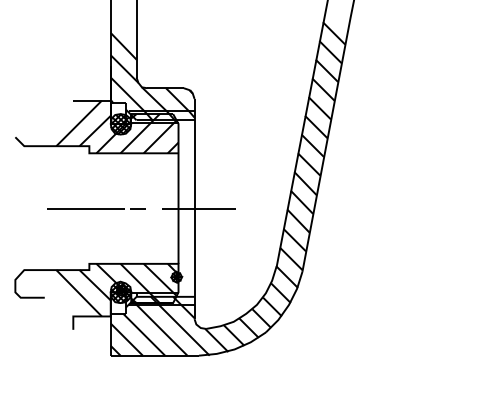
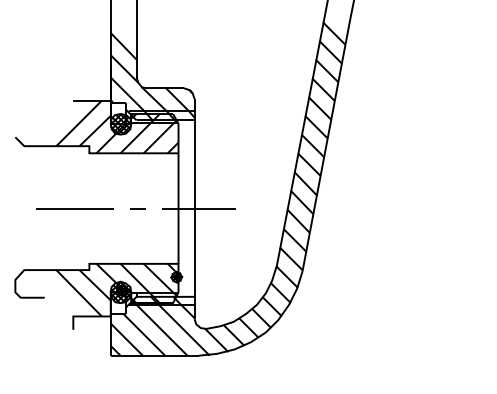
line at (85, 208) position: (85, 208) -> (74, 208)
